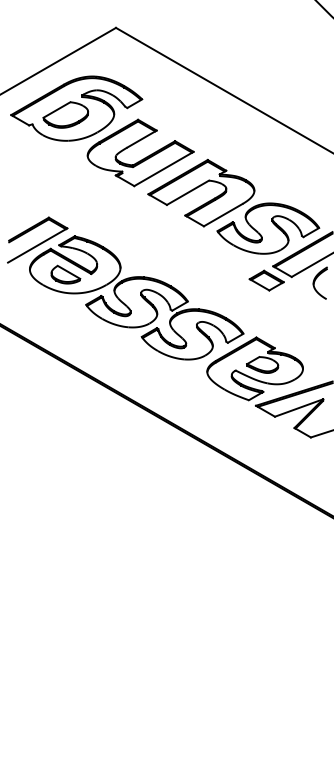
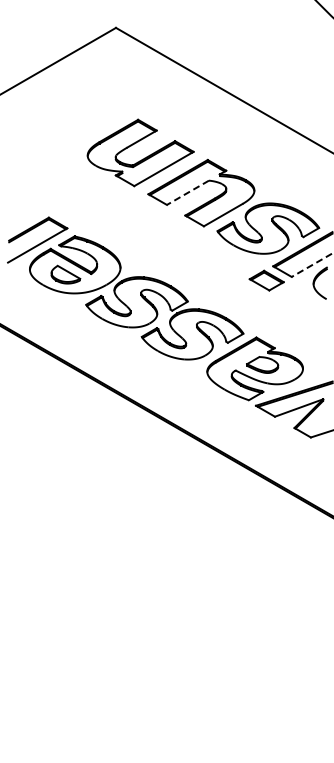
part at (76, 108): present -> none
line at (187, 193): solid -> dashed
line at (312, 265): solid -> dashed
